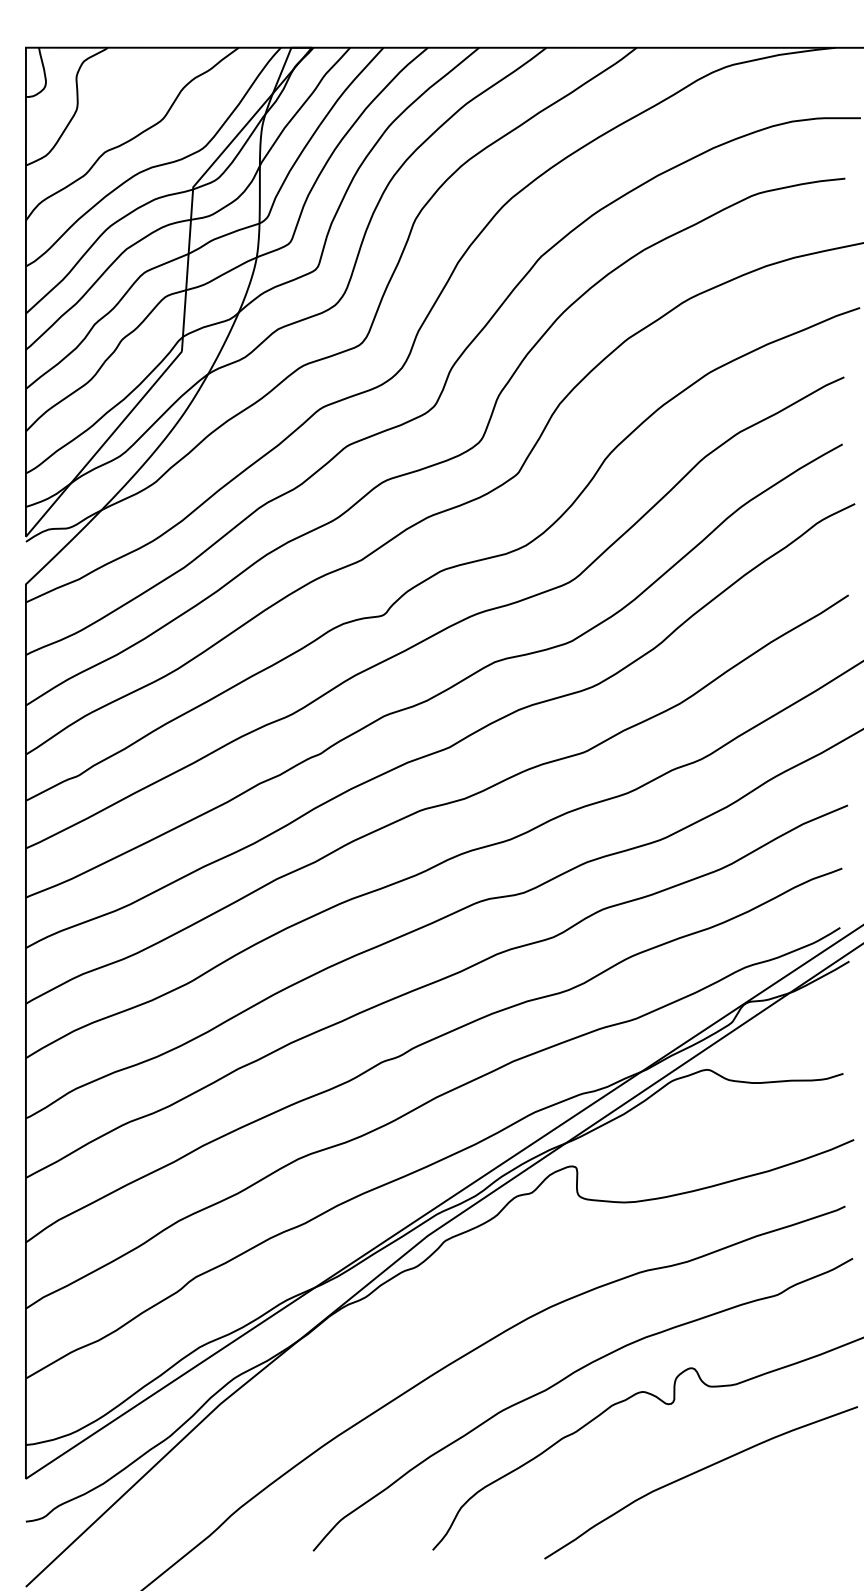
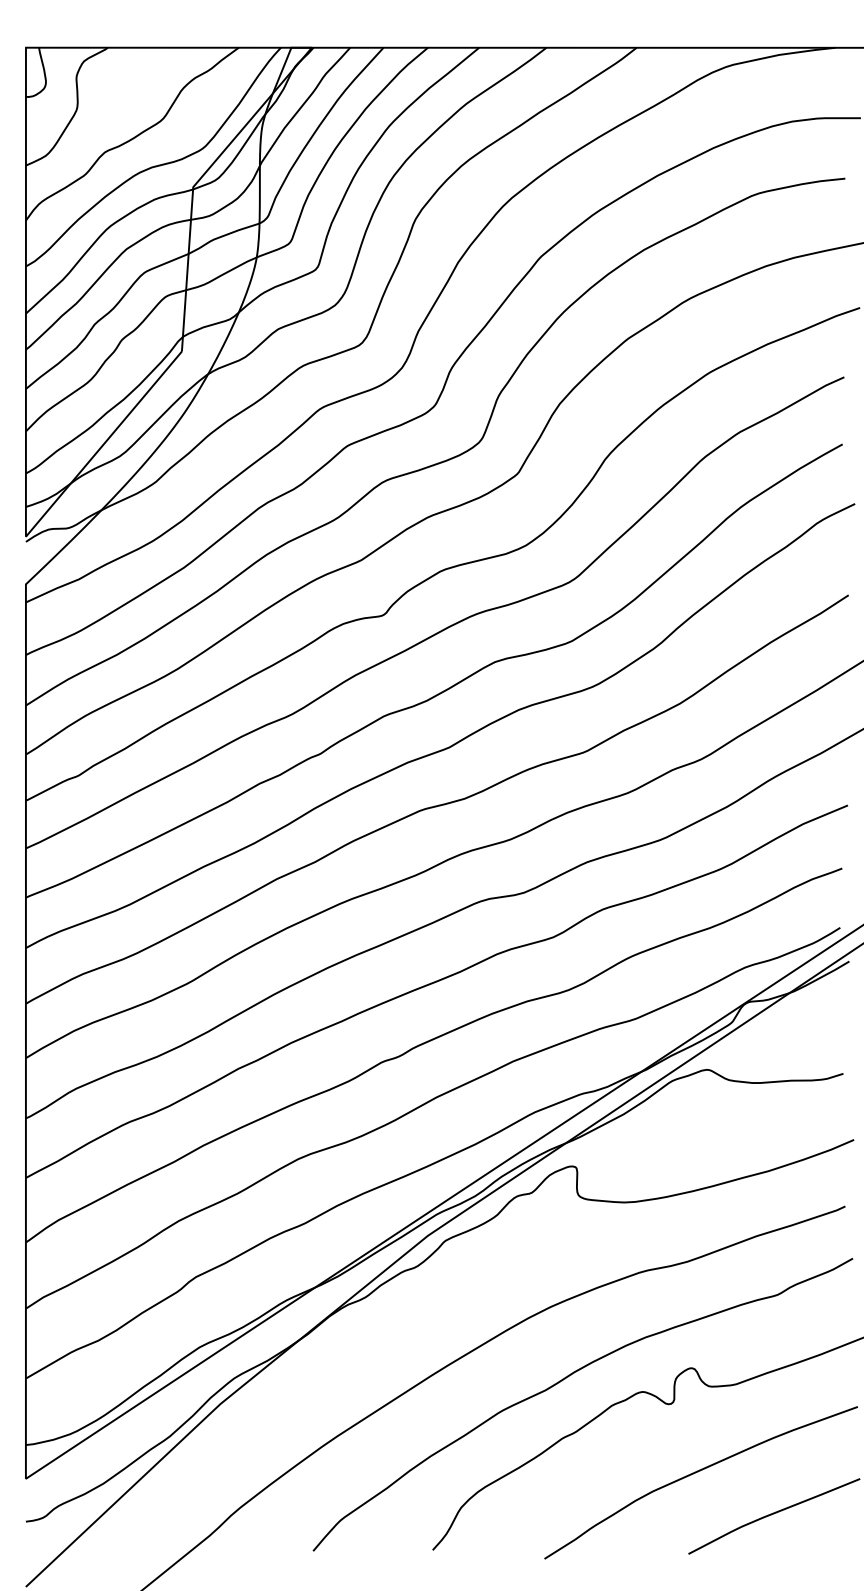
curve at (774, 1514): none -> present
